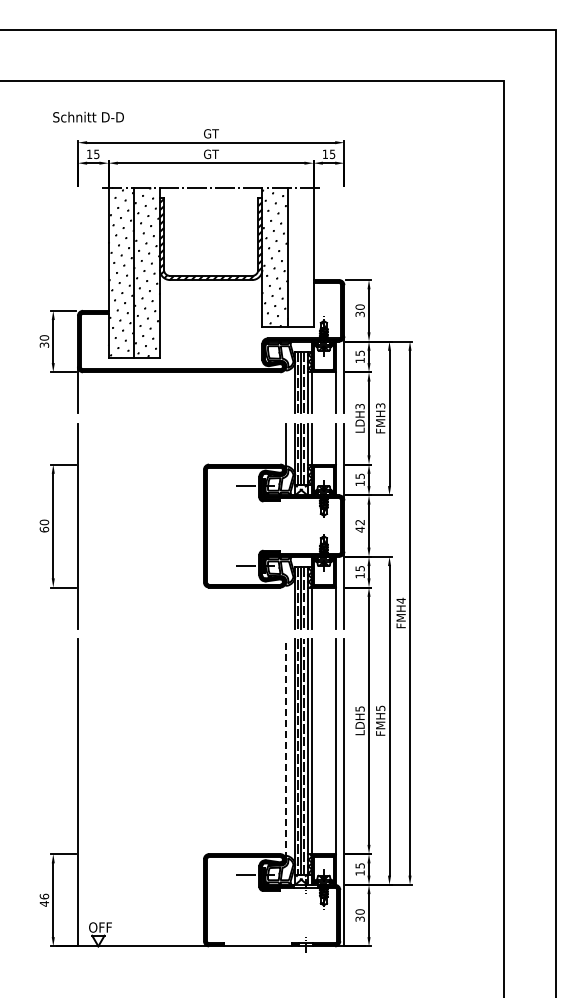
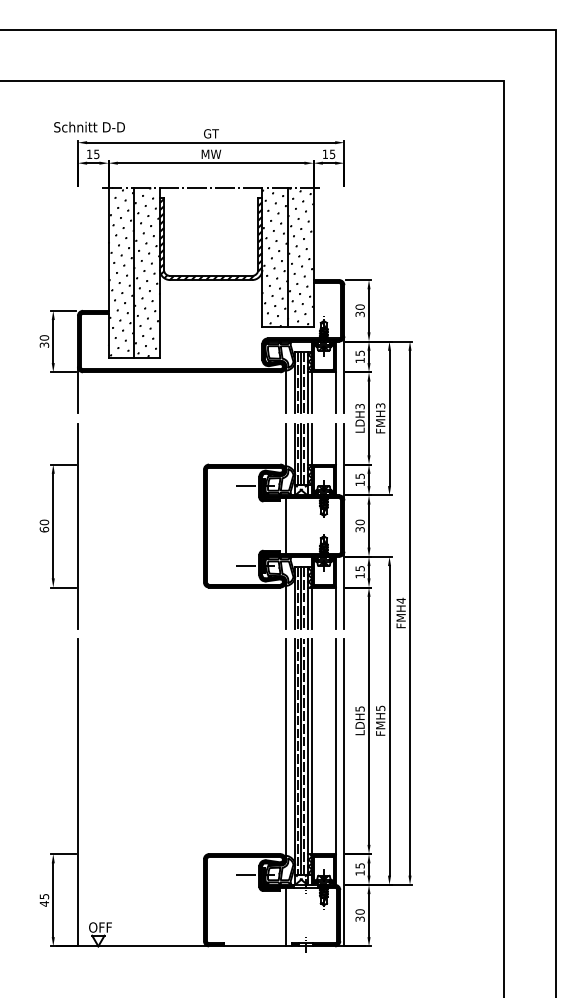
text at (88, 116) position: (88, 116) -> (89, 126)
text at (211, 154): GT -> MW
hatch at (300, 256): none -> present
line at (285, 390): none -> present
line at (285, 525): none -> present
text at (359, 525): 42 -> 30
line at (285, 605): none -> present
line at (285, 748): dashed -> solid
text at (44, 896): 46 -> 45
line at (285, 916): none -> present
